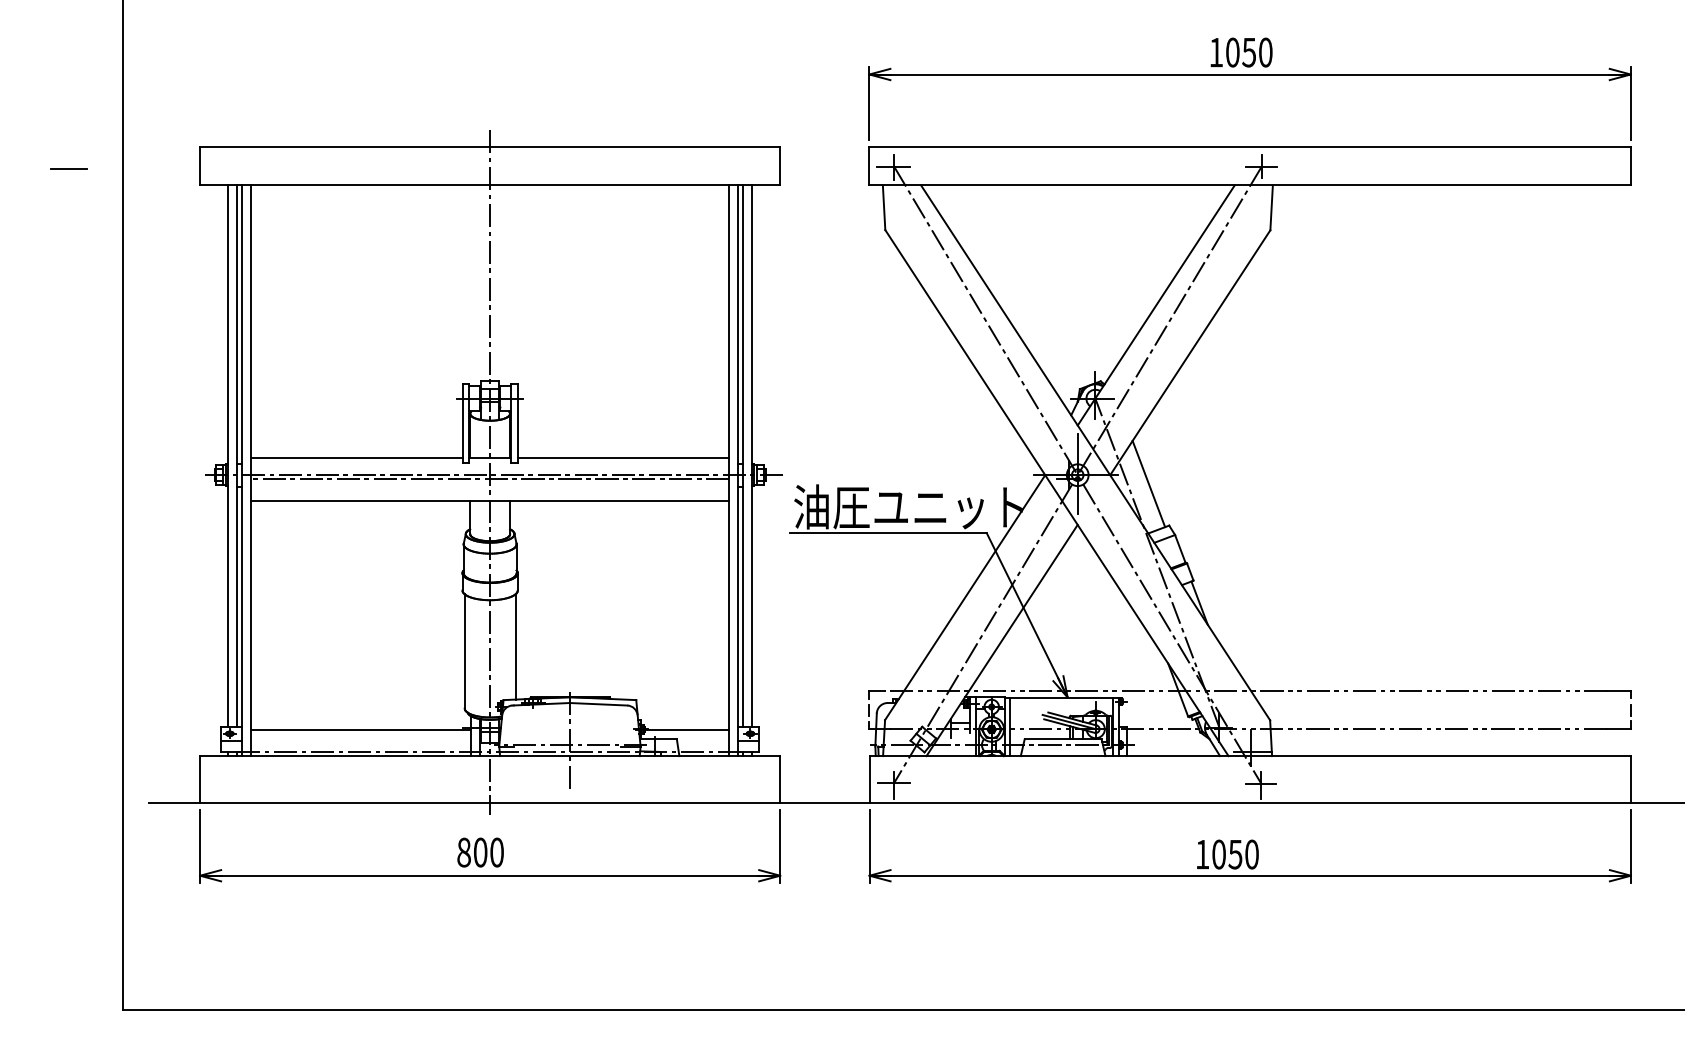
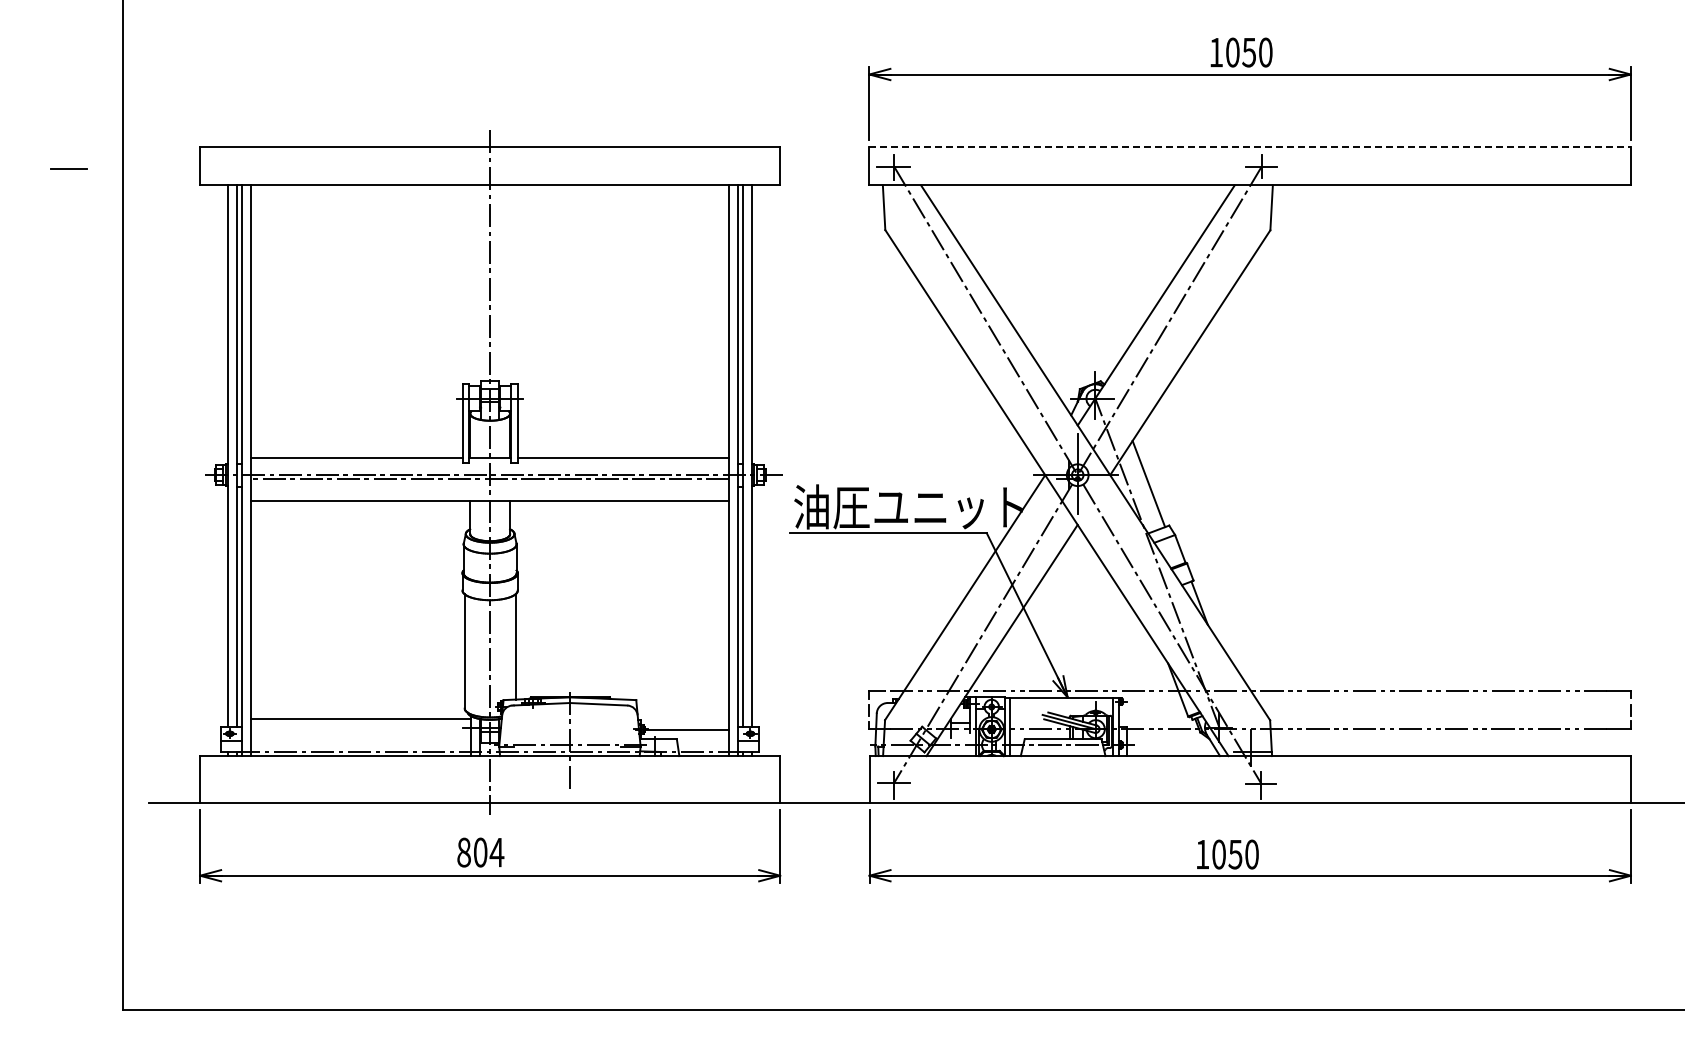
line at (1250, 147): solid -> dashed
line at (360, 730) position: (360, 730) -> (360, 719)
text at (496, 852): 800 -> 804
